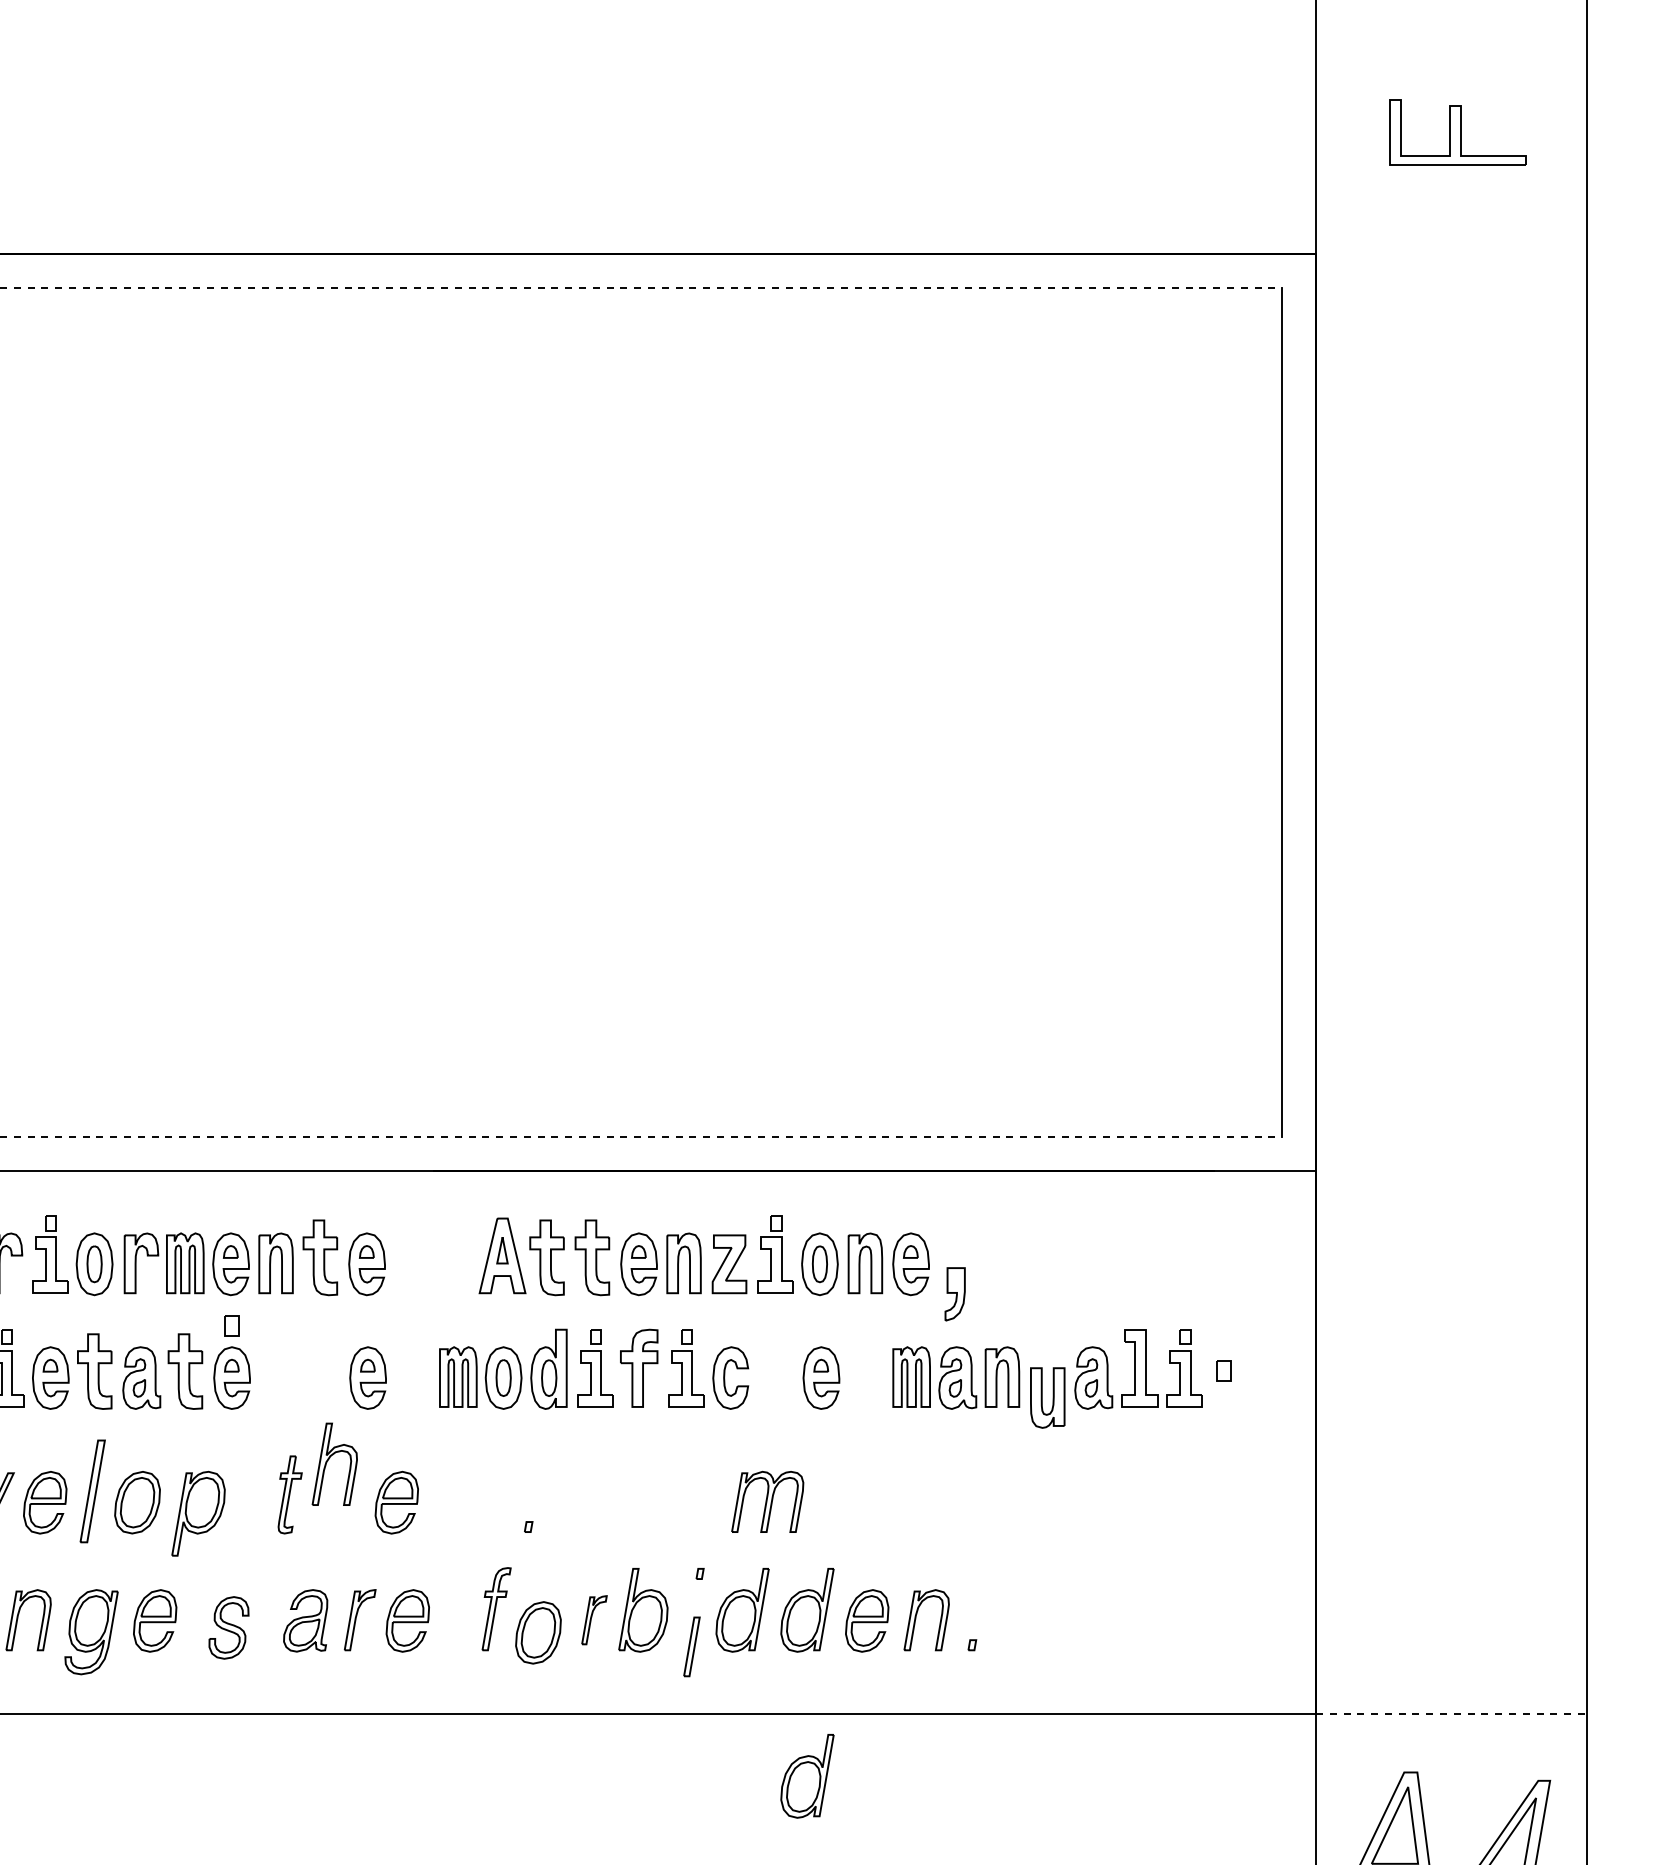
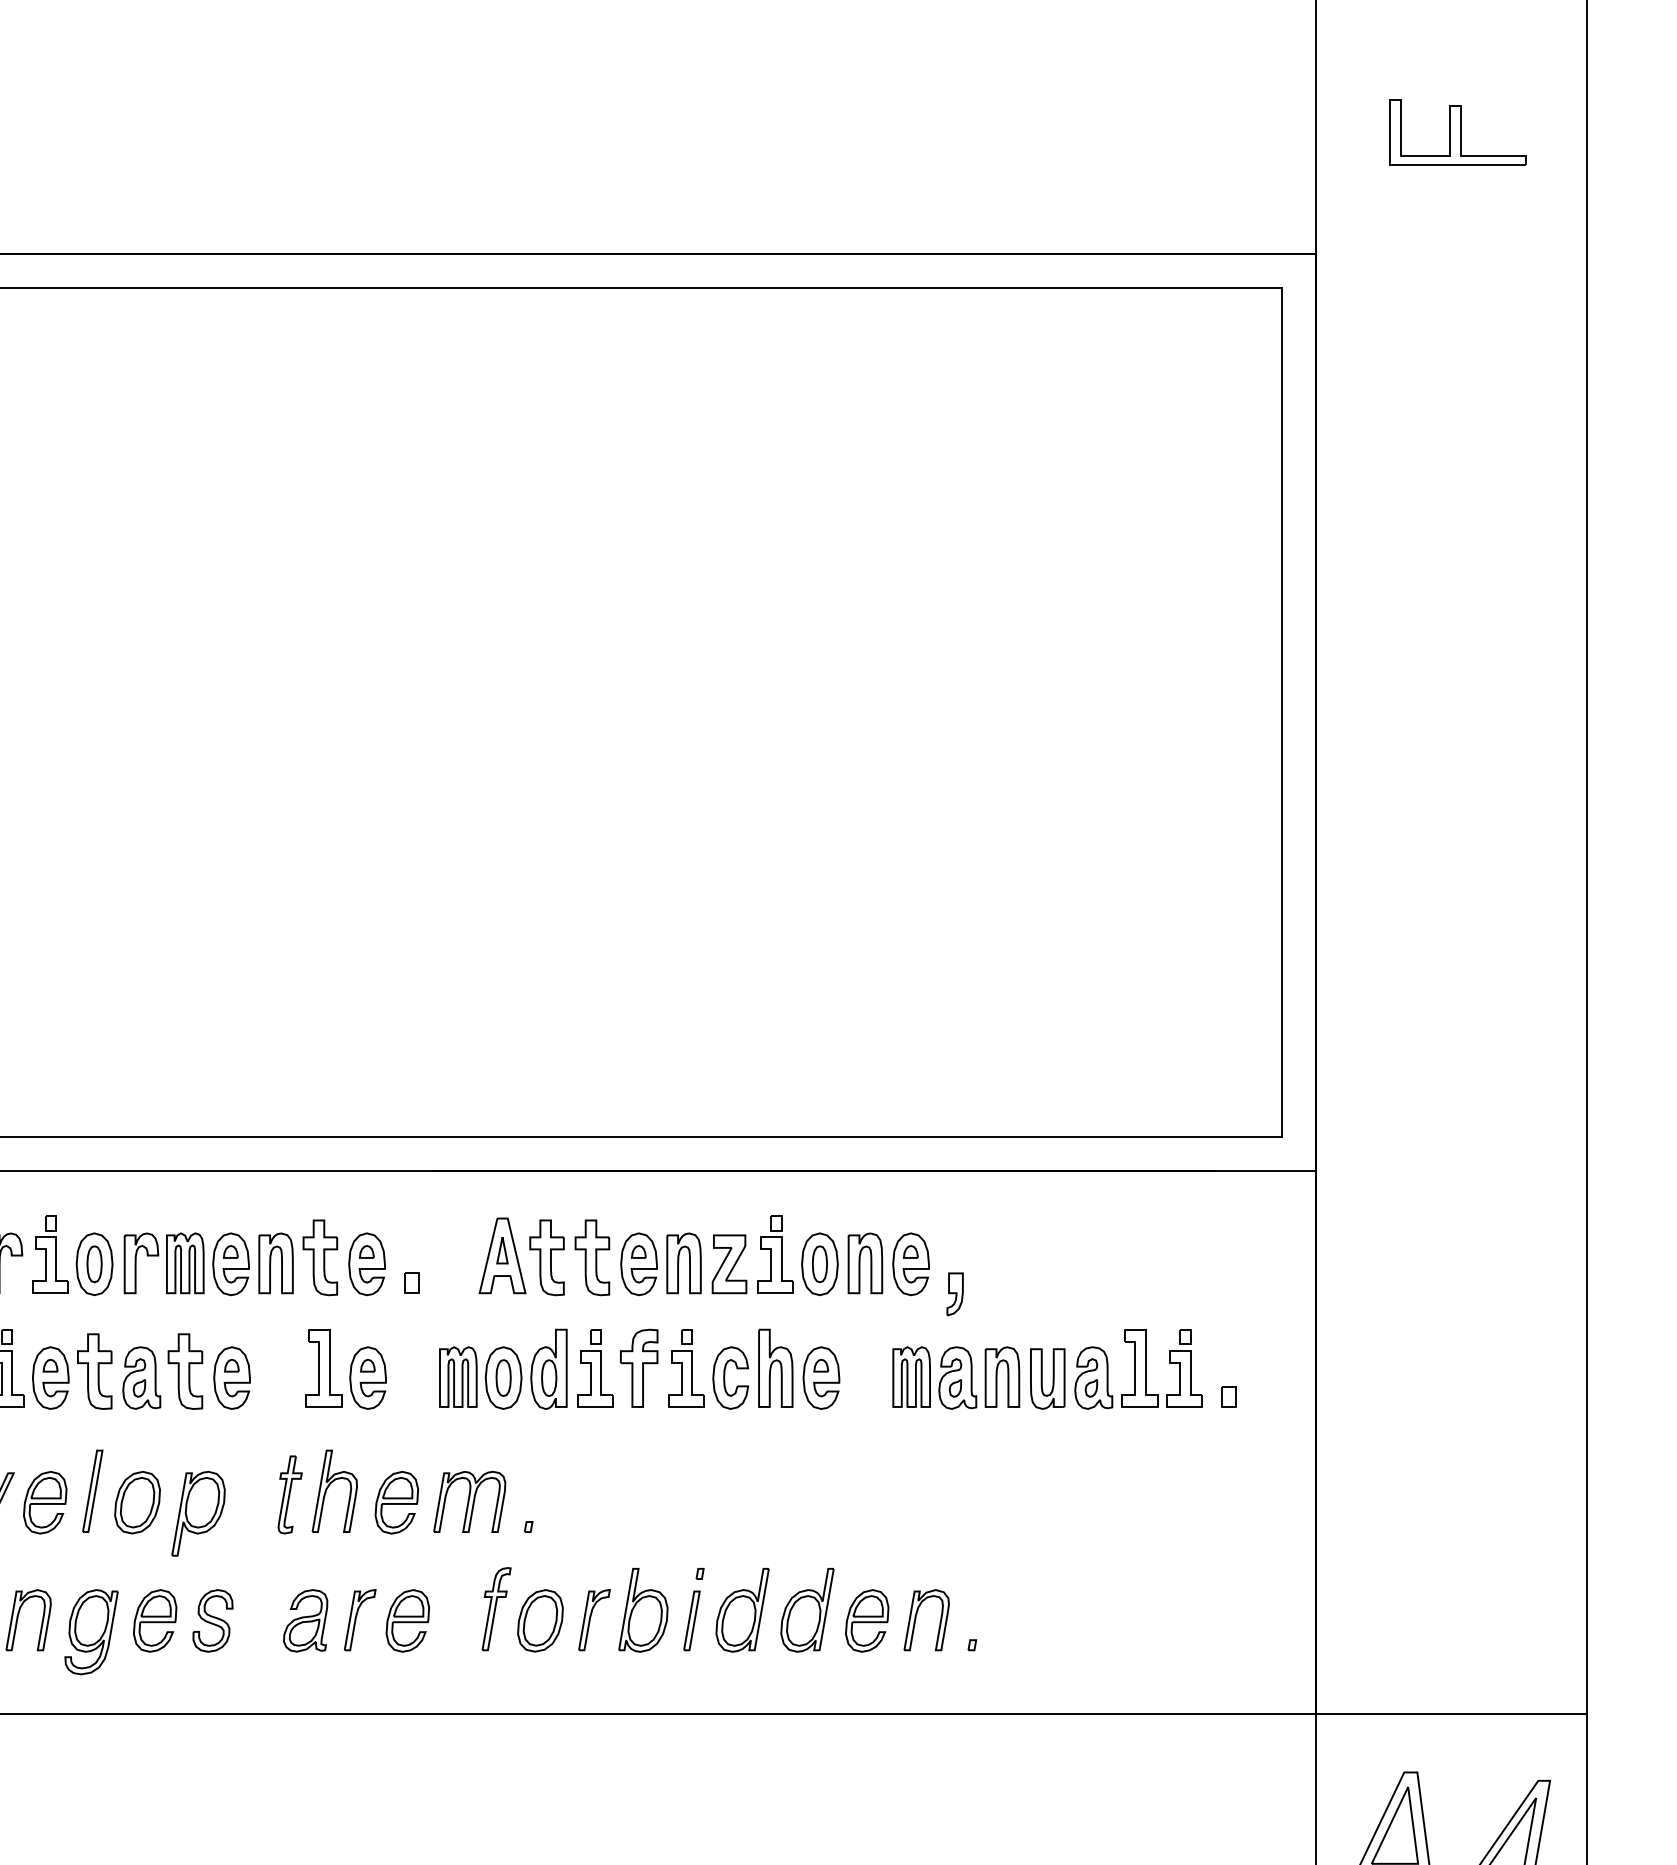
line at (641, 288): dashed -> solid
line at (641, 1136): dashed -> solid
part at (954, 1294) size: 22x55 px -> 18x45 px
part at (231, 1325) position: (231, 1325) -> (411, 1282)
part at (775, 1367): none -> present
part at (323, 1368): none -> present
part at (1223, 1370) position: (1223, 1370) -> (1228, 1396)
part at (1047, 1397) position: (1047, 1397) -> (1047, 1378)
part at (329, 1459) position: (329, 1459) -> (329, 1486)
part at (92, 1491) size: 27x105 px -> 22x84 px
part at (767, 1501) position: (767, 1501) -> (469, 1501)
part at (594, 1620) size: 27x51 px -> 33x63 px
part at (228, 1627) position: (228, 1627) -> (212, 1620)
part at (538, 1632) position: (538, 1632) -> (540, 1620)
part at (691, 1646) position: (691, 1646) -> (691, 1620)
line at (1451, 1713): dashed -> solid
part at (807, 1776): present -> none
